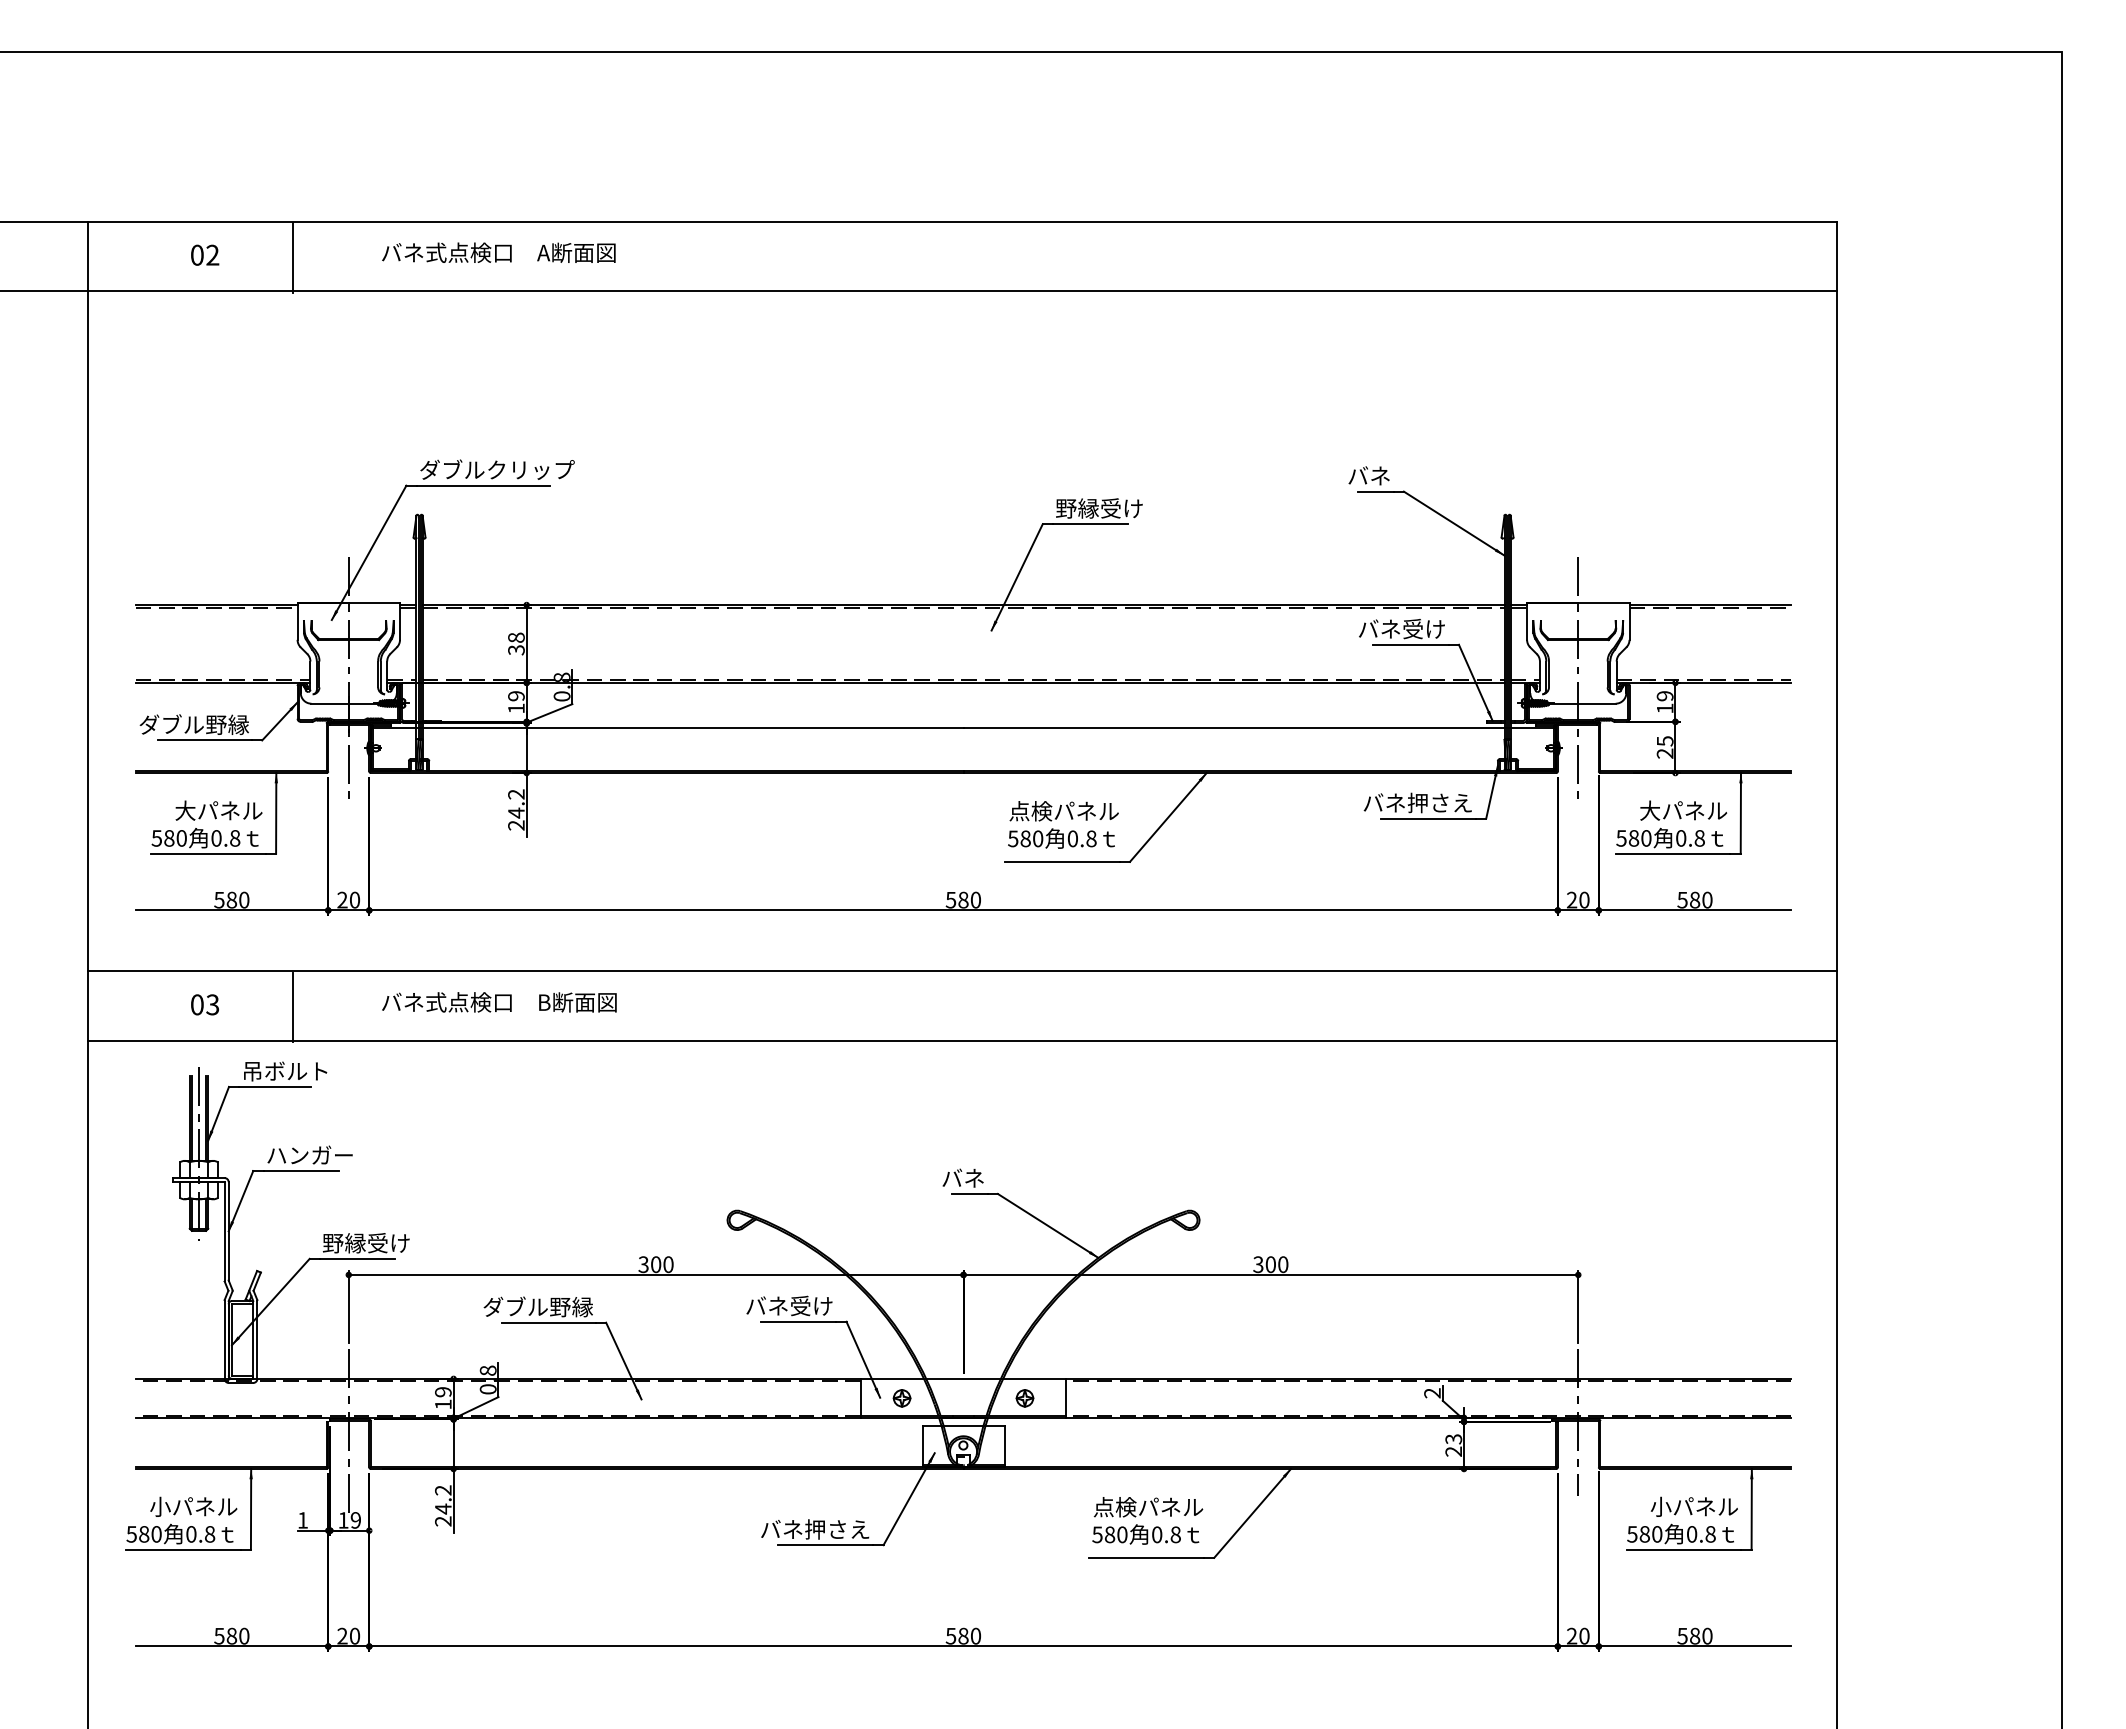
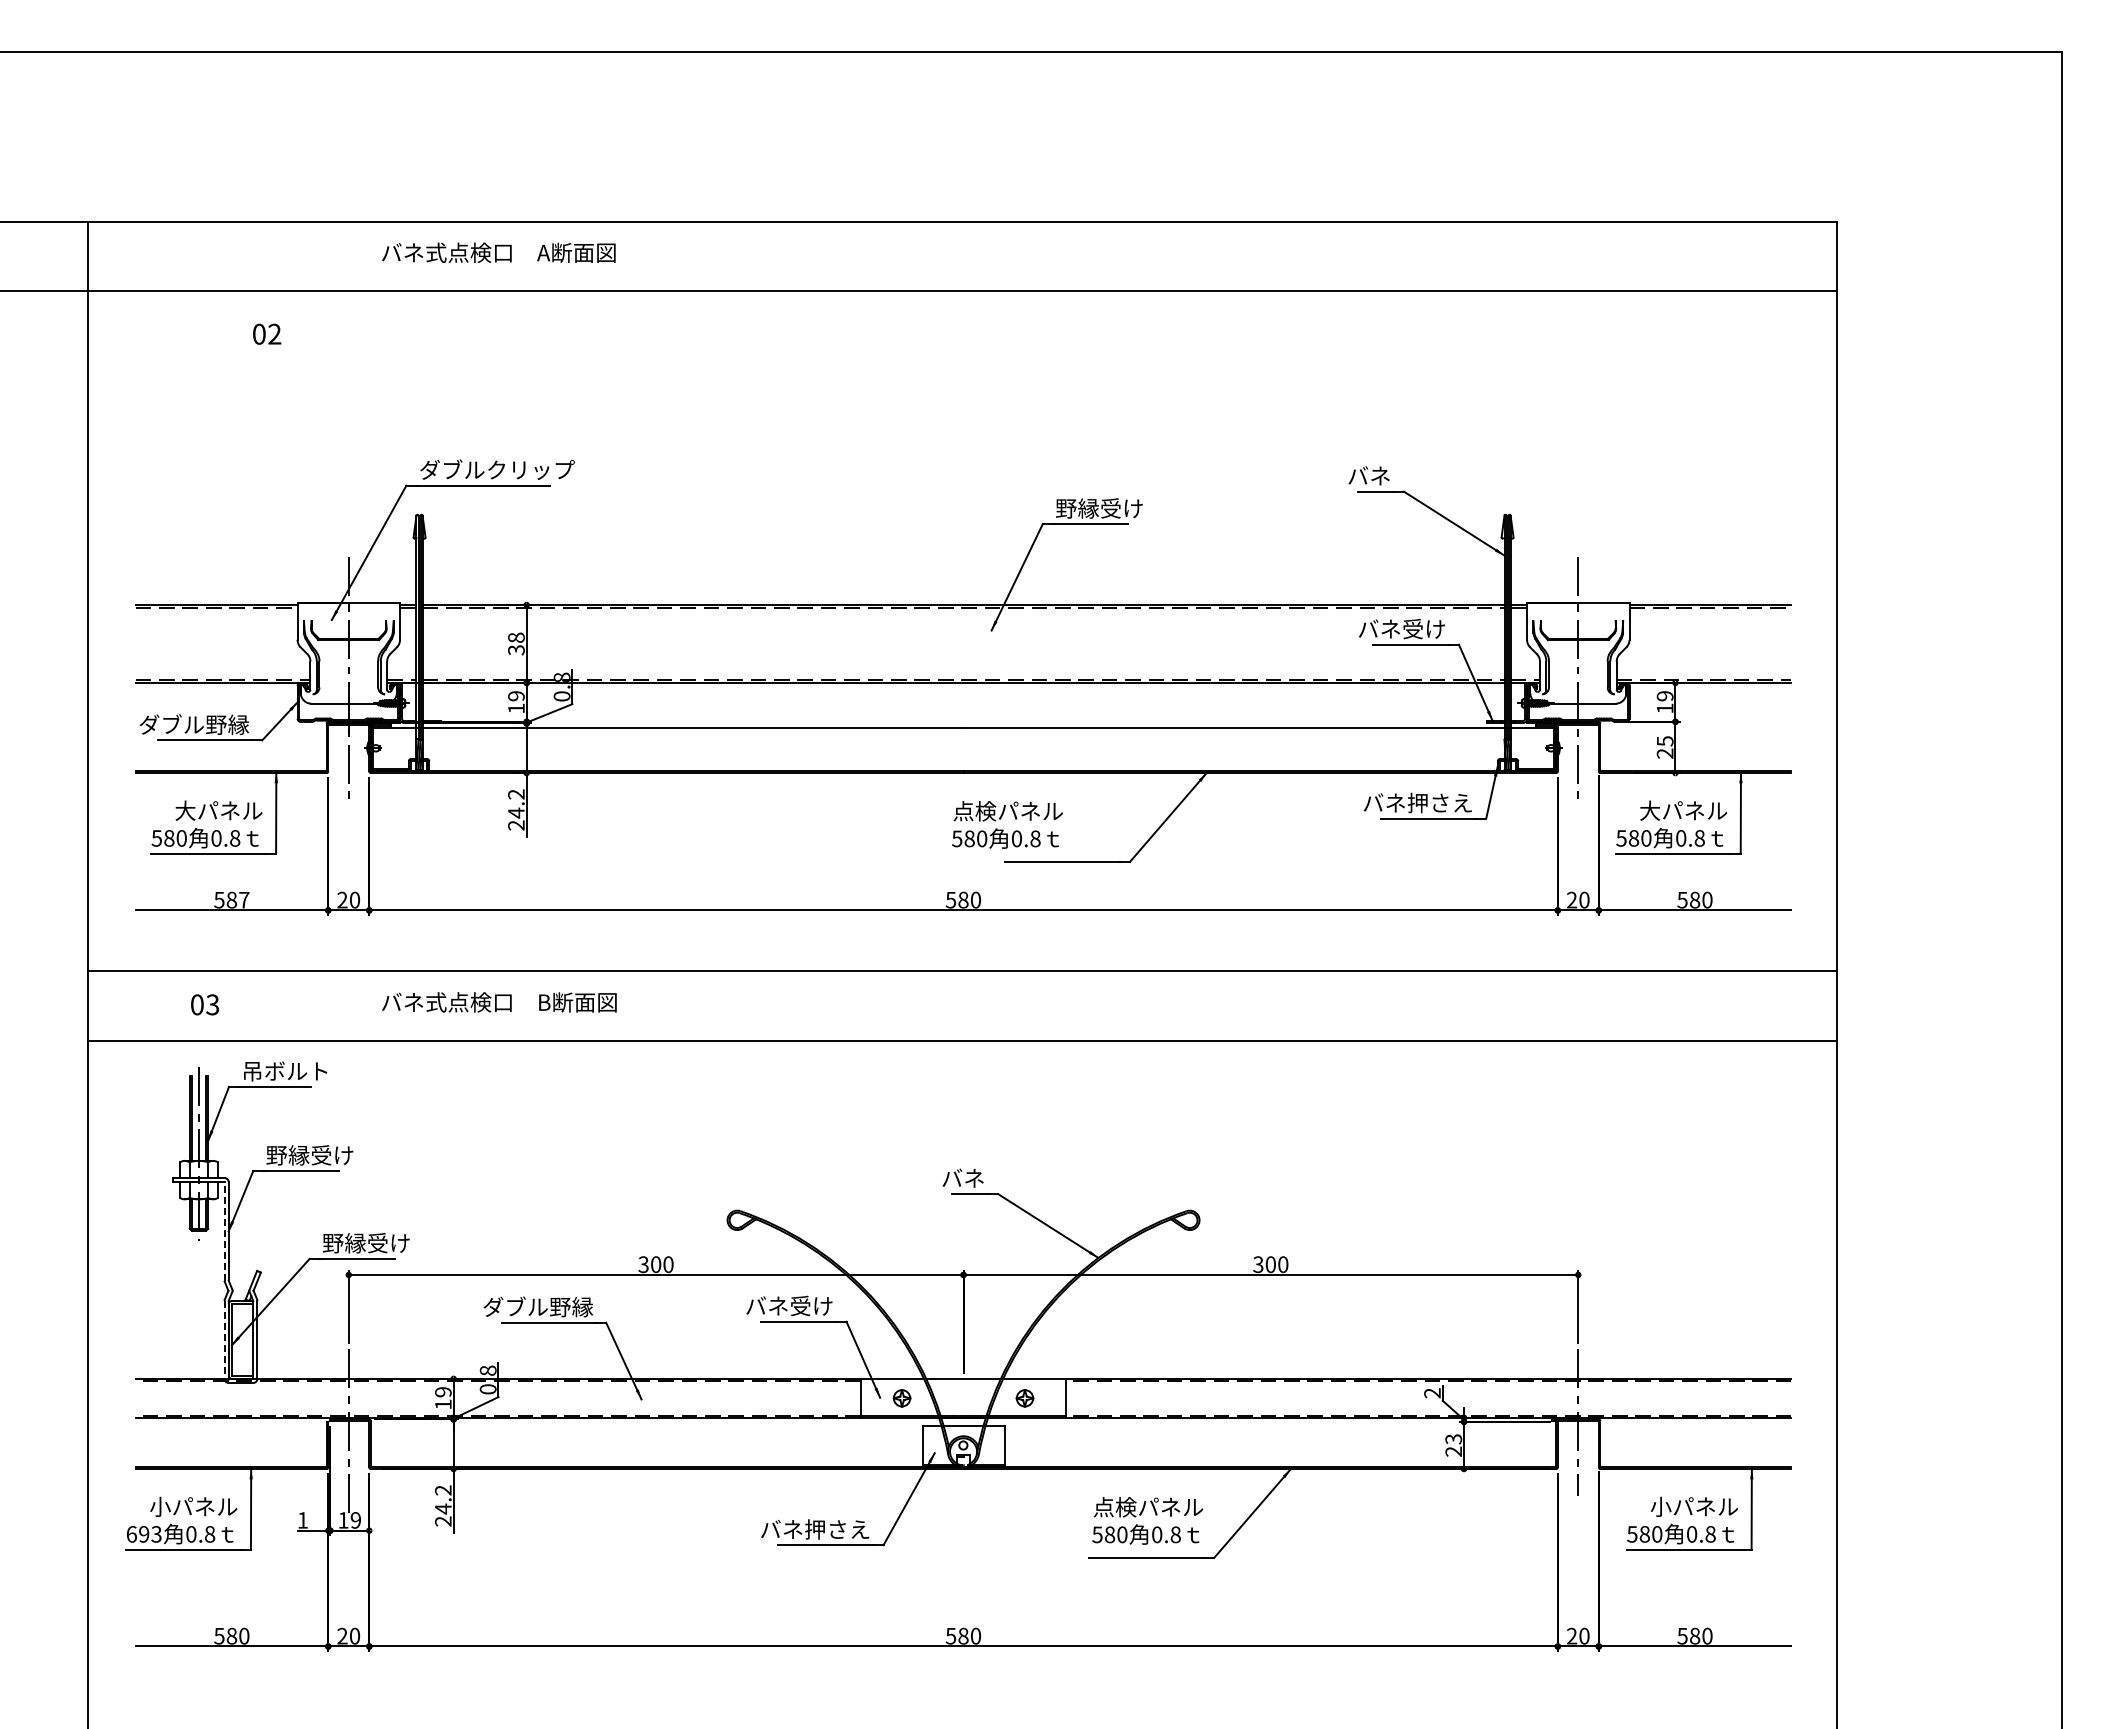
text at (205, 254) position: (205, 254) -> (267, 333)
line at (293, 257): present -> none
text at (1063, 824) position: (1063, 824) -> (1007, 824)
text at (244, 899): 580 -> 587
line at (293, 1007): present -> none
text at (309, 1155): ハンガー -> 野縁受け
line at (224, 1231): solid -> dashed
line at (224, 1340): solid -> dashed
text at (143, 1534): 580 -> 693
